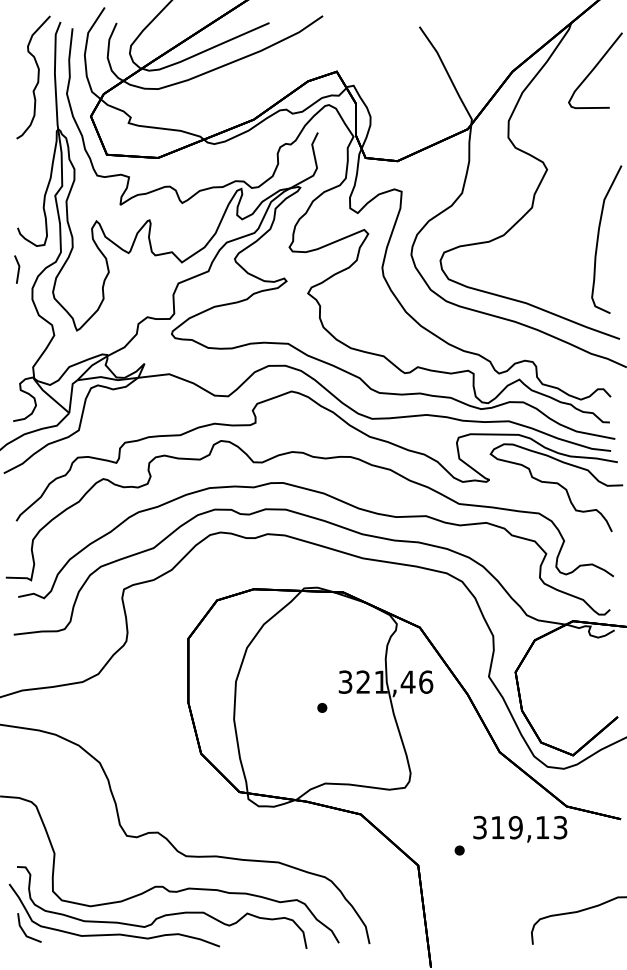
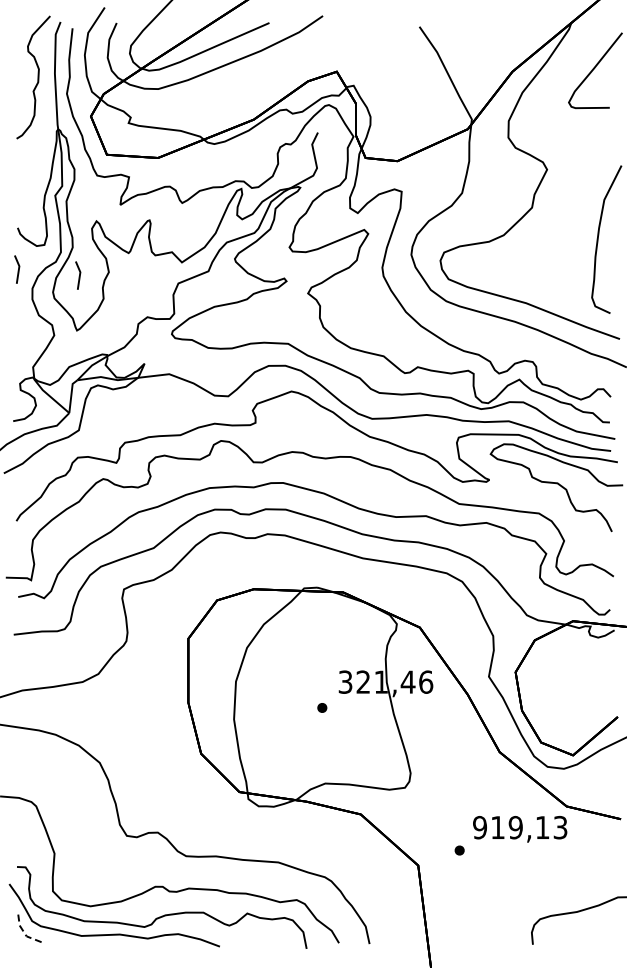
line at (79, 275): none -> present
text at (479, 827): 319,13 -> 919,13
line at (23, 932): solid -> dashed
